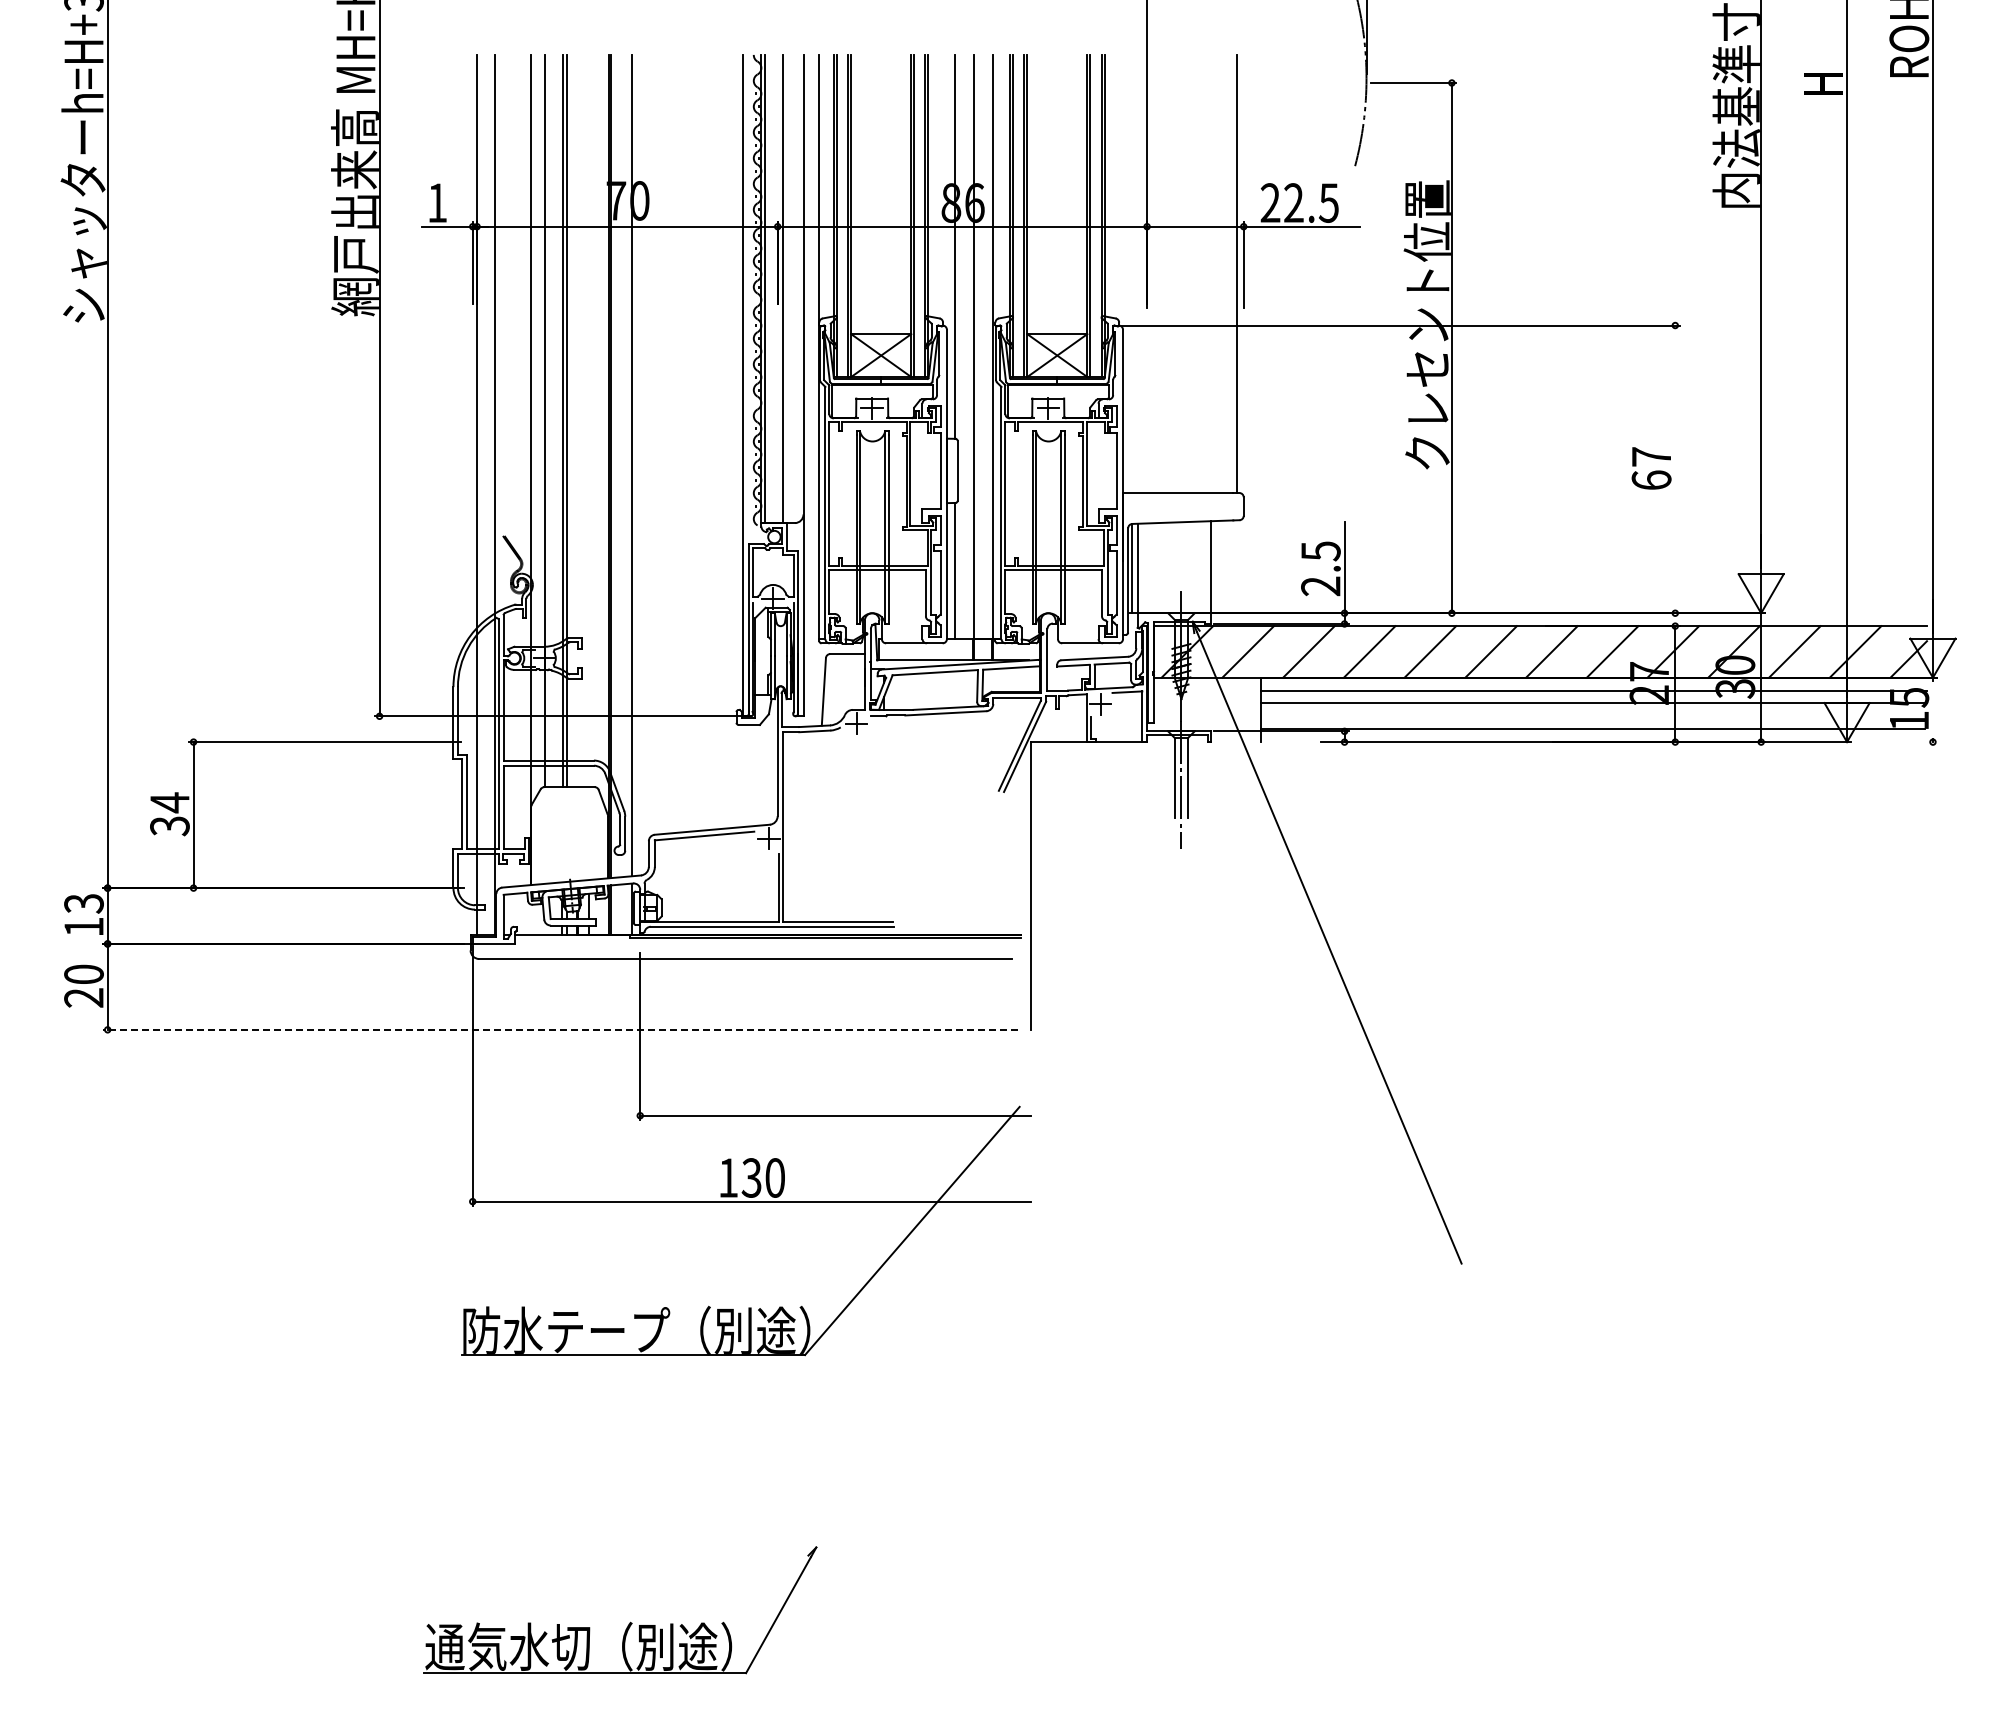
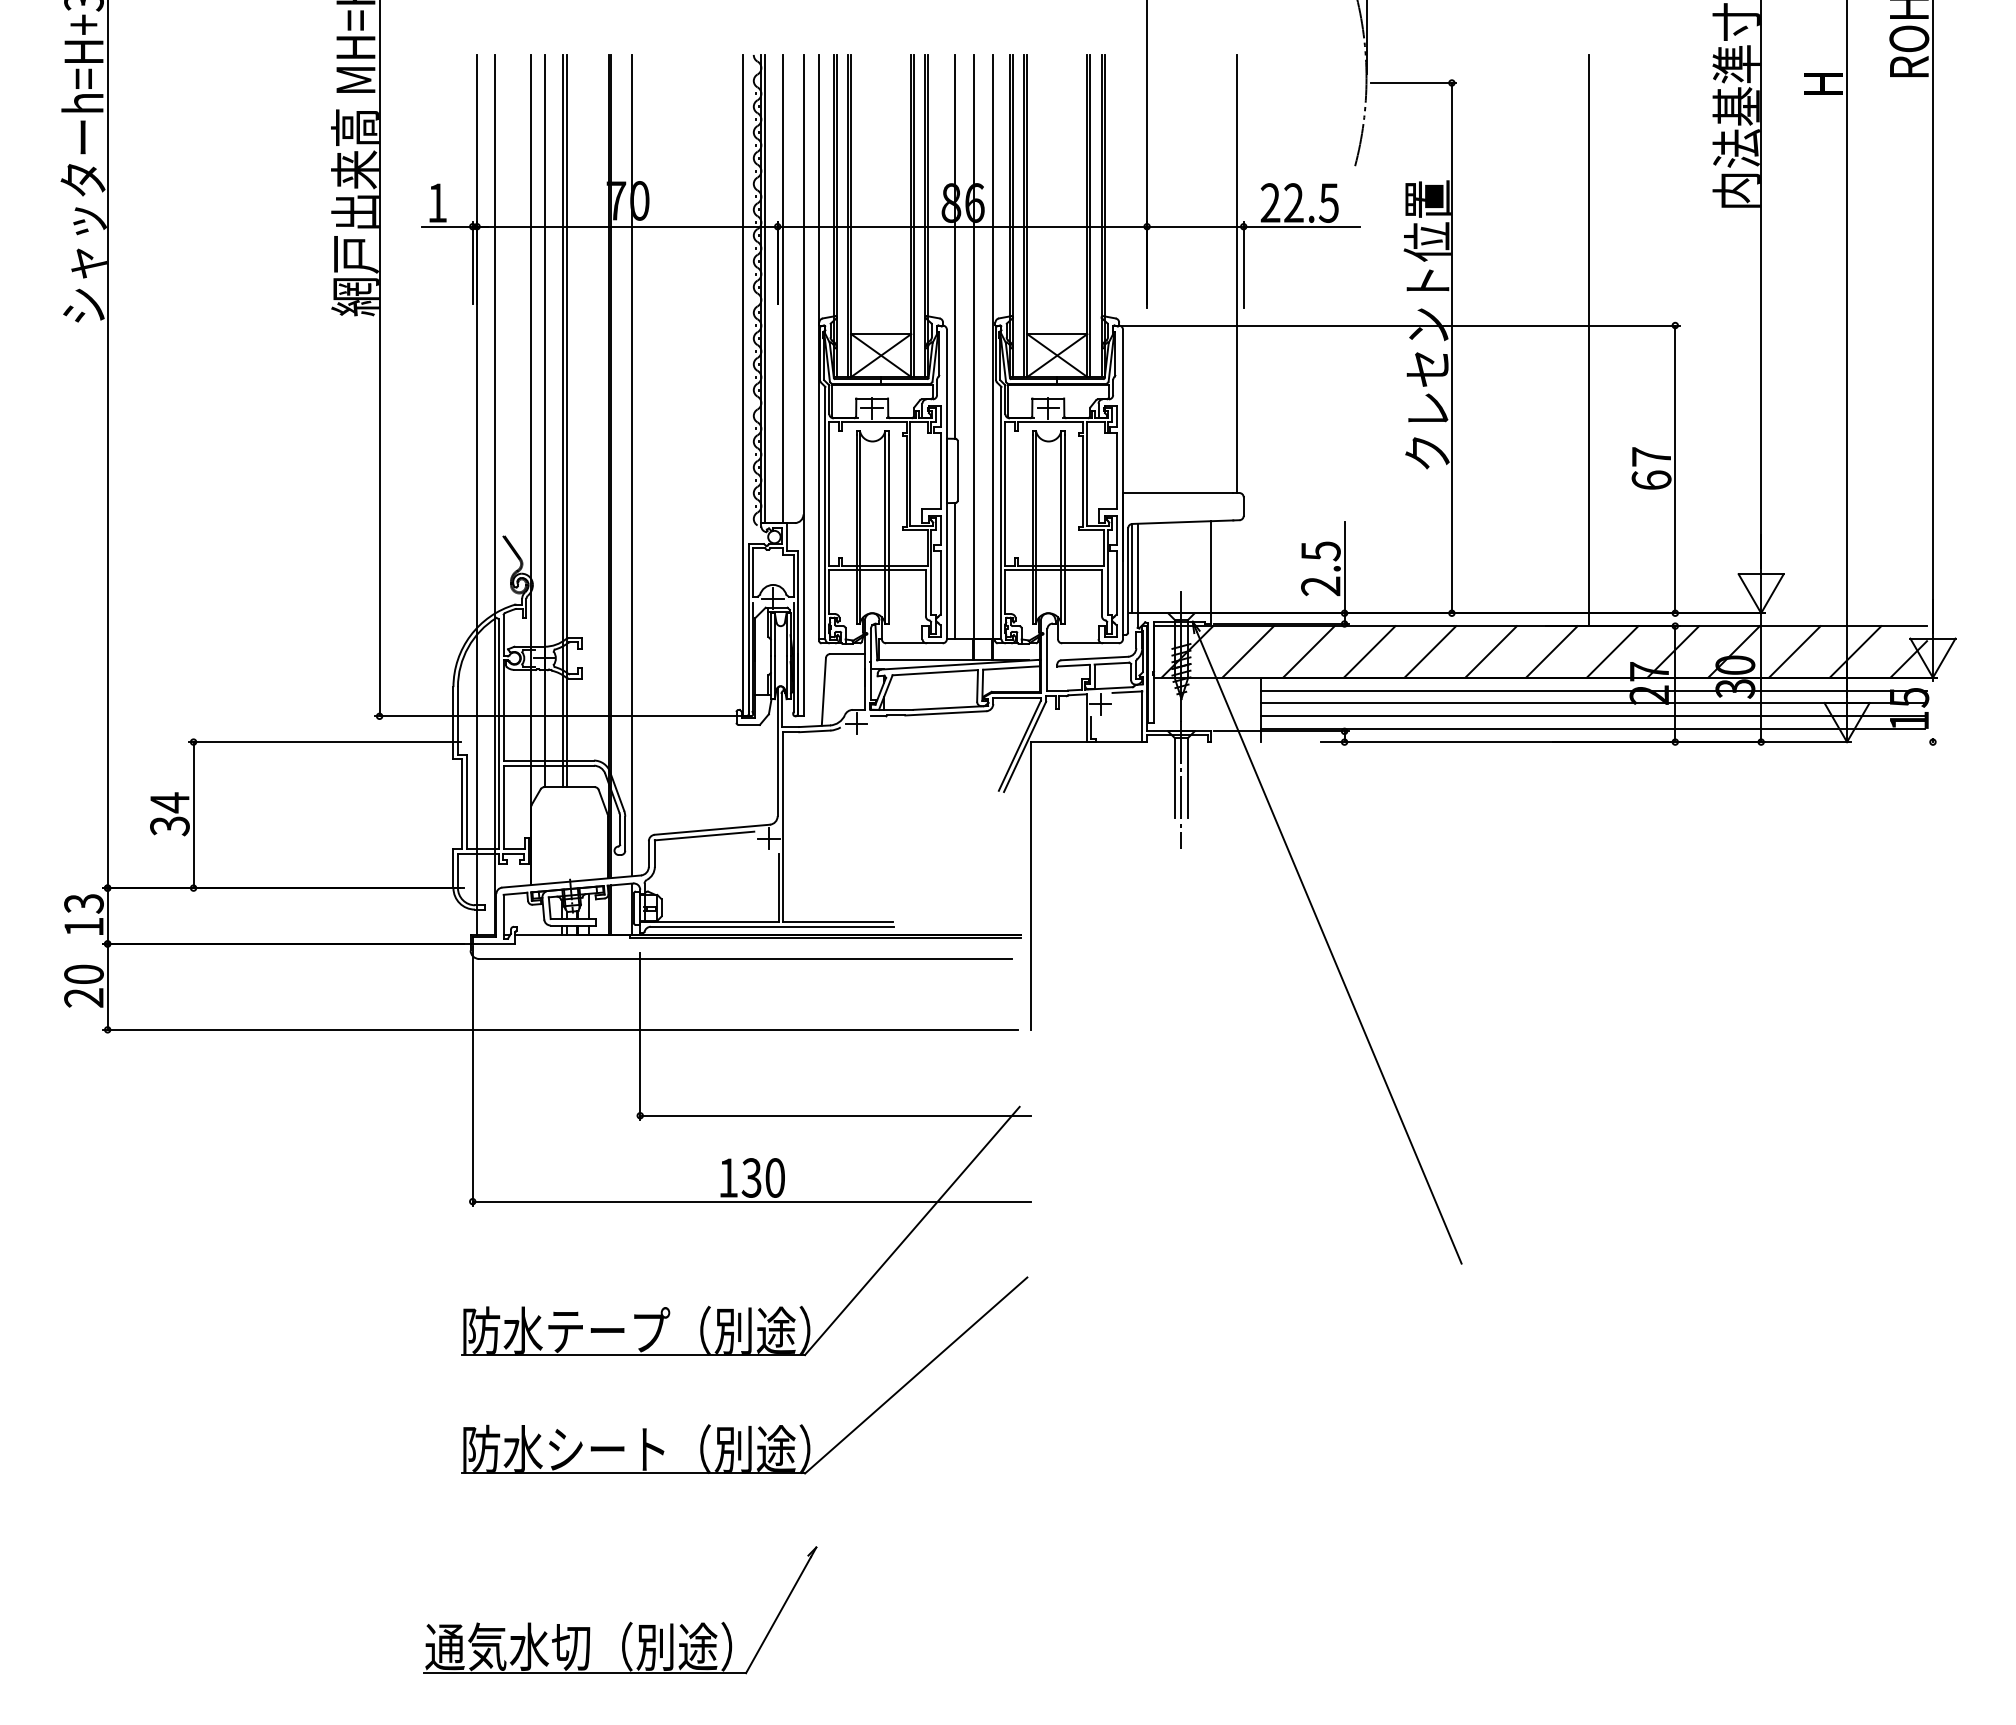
line at (1589, 340): none -> present
line at (1675, 469): none -> present
line at (1593, 716): none -> present
line at (560, 1029): dashed -> solid
part at (748, 1426): none -> present
